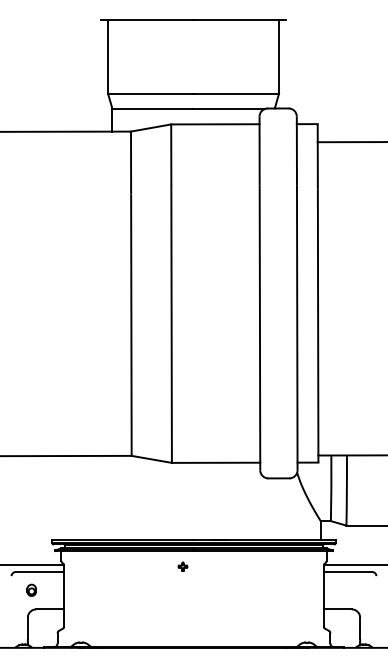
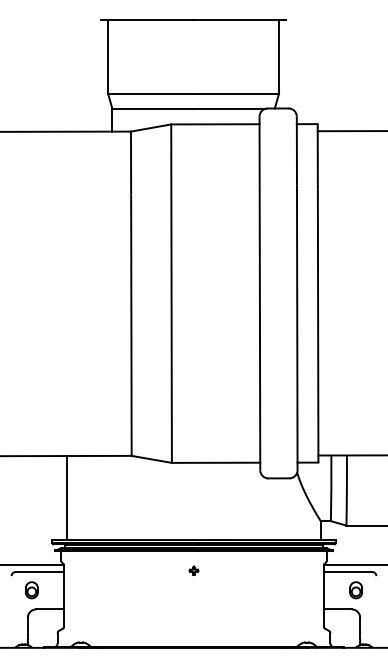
line at (350, 142) position: (350, 142) -> (350, 131)
line at (67, 498): none -> present
part at (182, 566) position: (182, 566) -> (193, 570)
part at (31, 589) size: 11x14 px -> 15x19 px
part at (356, 590): none -> present
